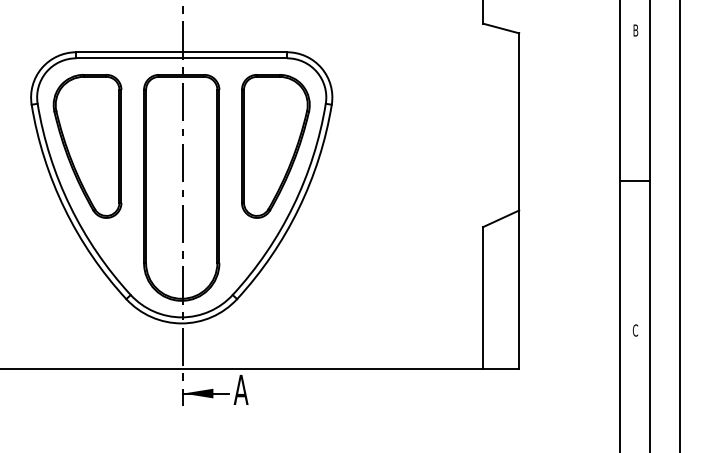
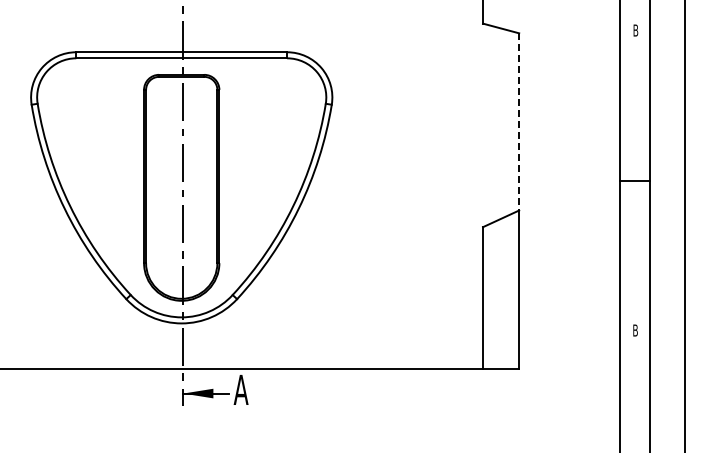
line at (519, 121): solid -> dashed
part at (87, 146): present -> none
part at (275, 146): present -> none
line at (679, 225) position: (679, 225) -> (684, 225)
text at (635, 330): C -> B
